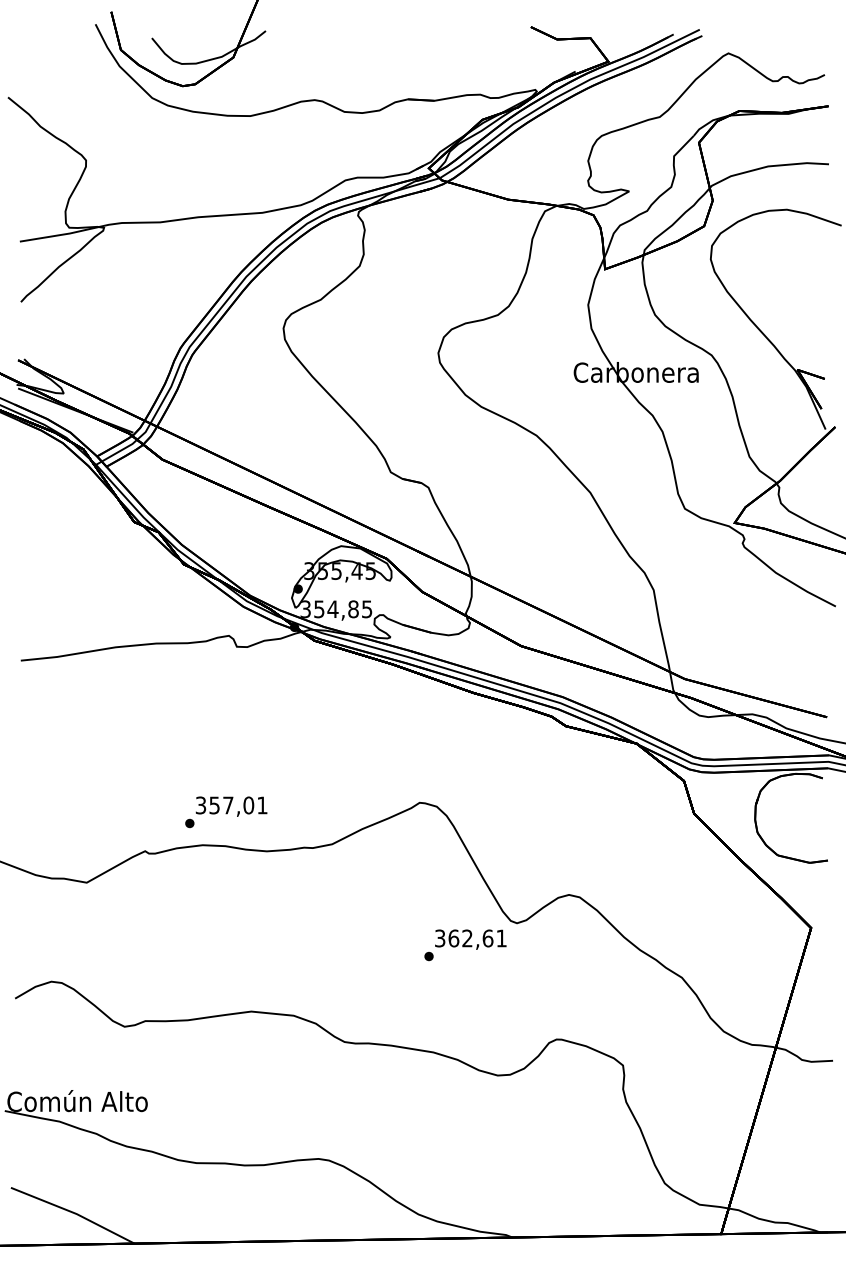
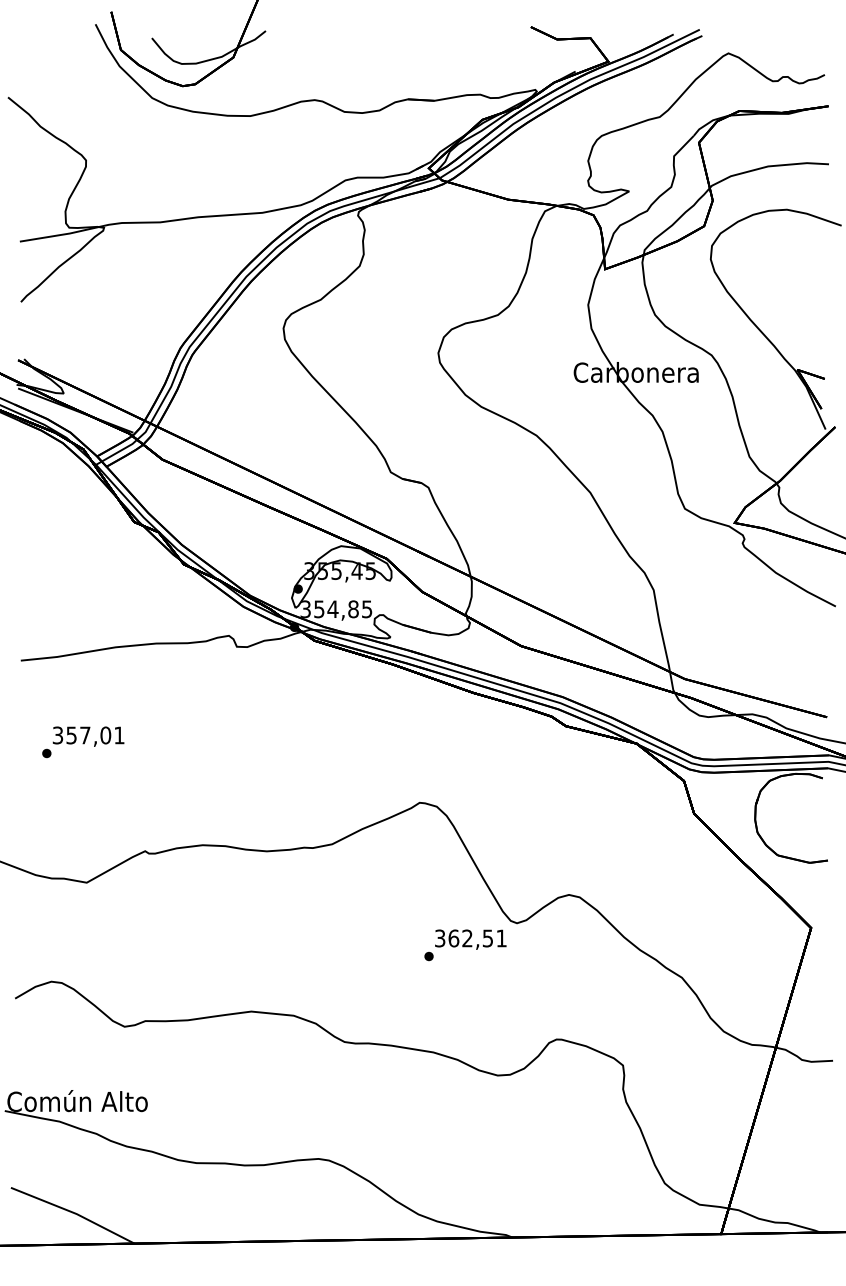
text at (226, 812) position: (226, 812) -> (83, 742)
text at (487, 938): 362,61 -> 362,51
